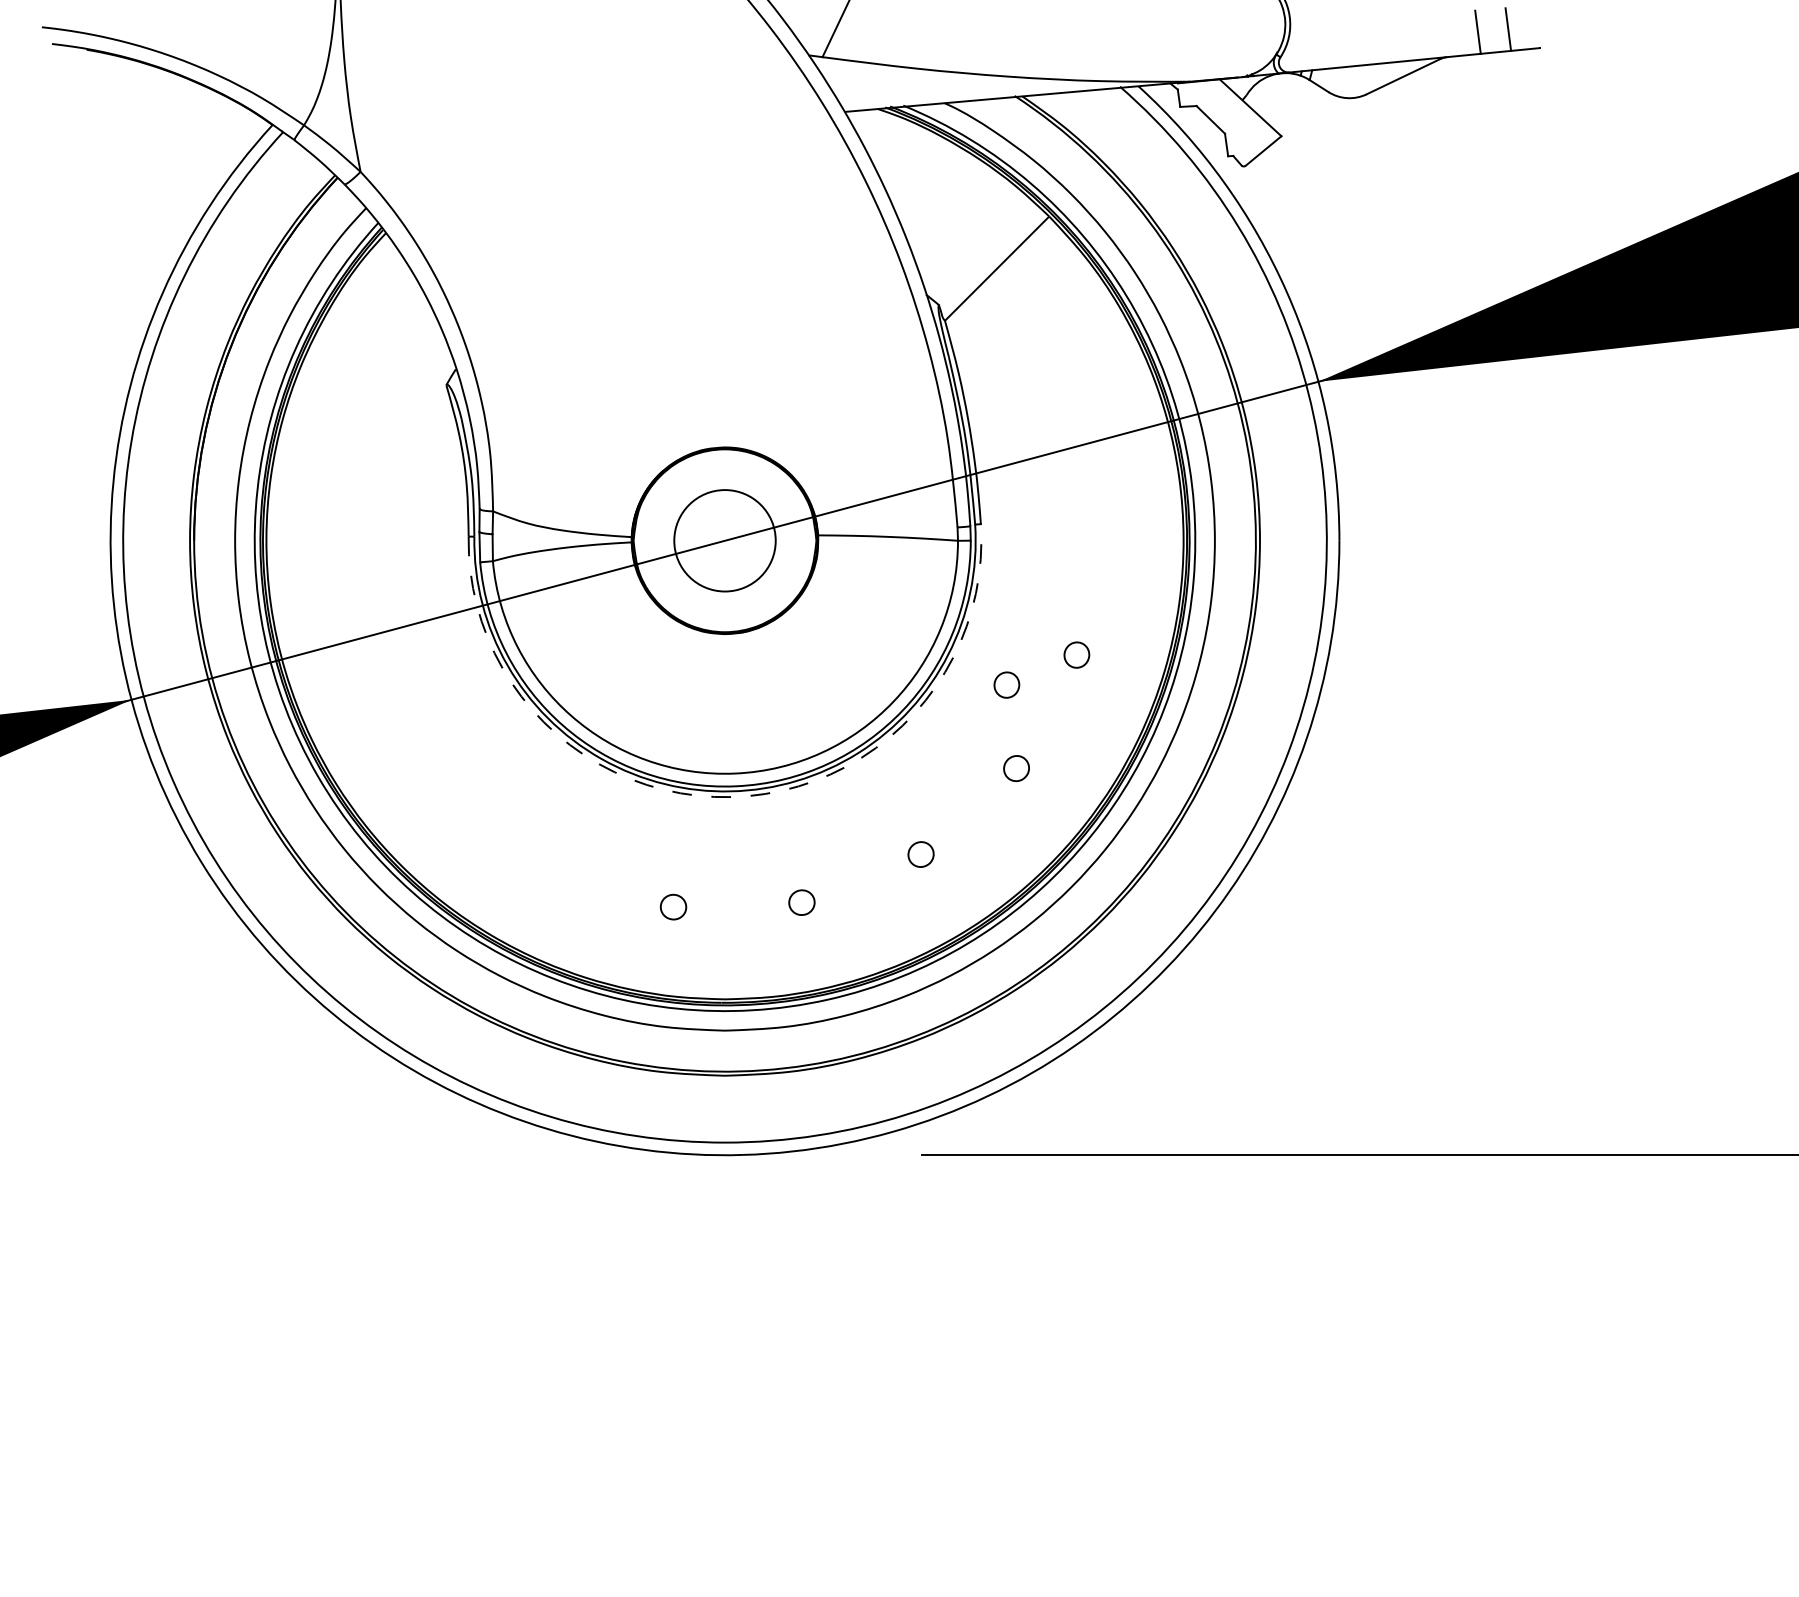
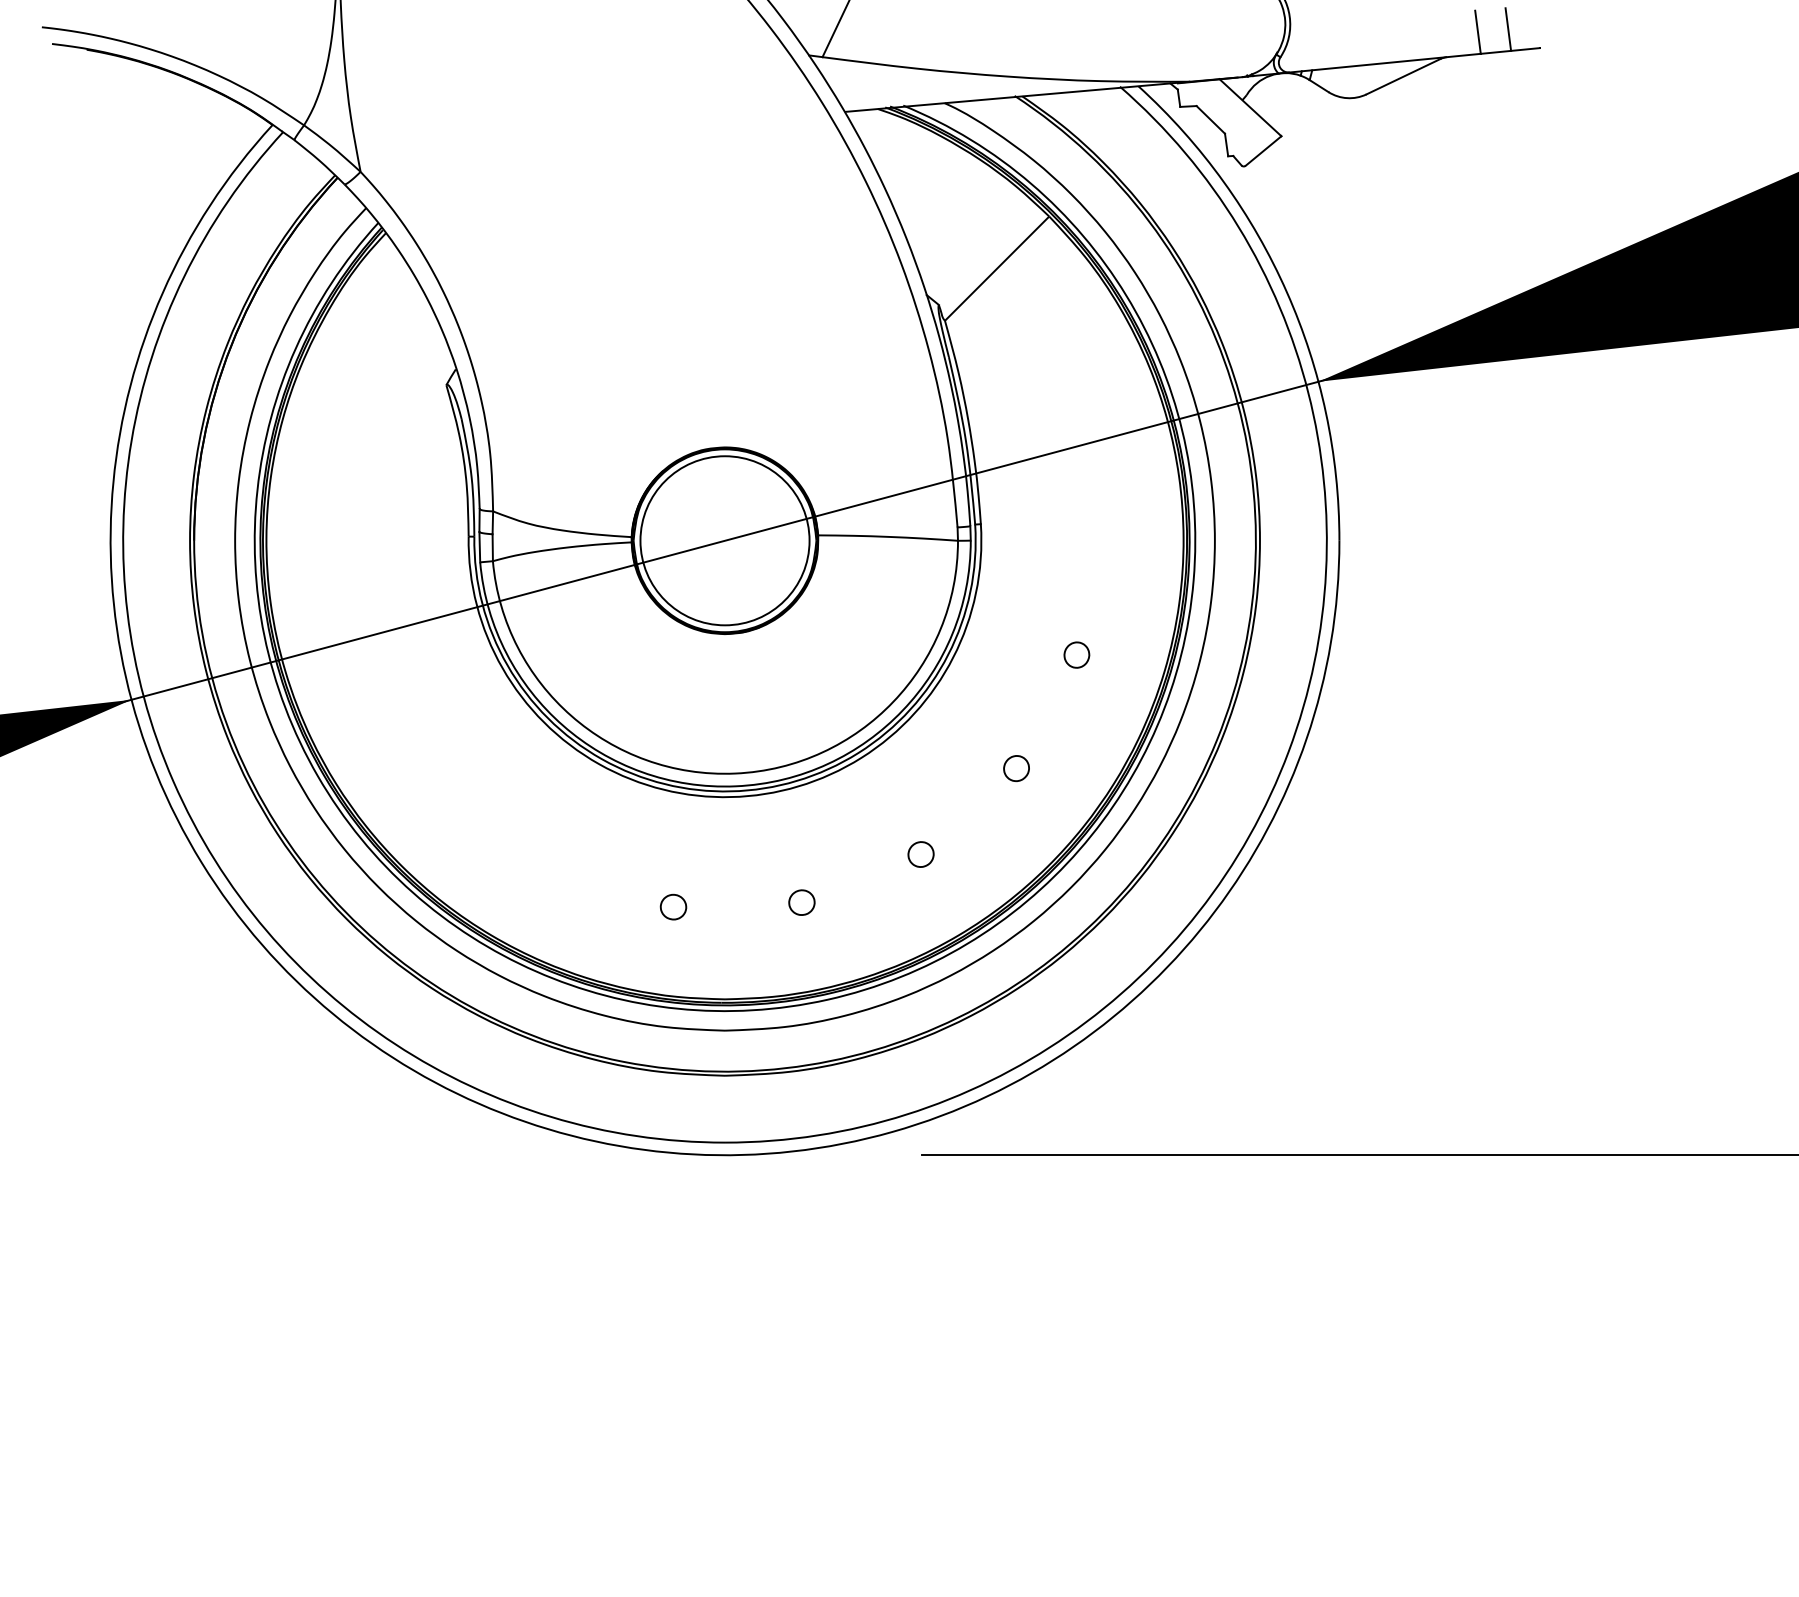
circle at (724, 540) diameter: 101 px -> 169 px
part at (1006, 684): present -> none
arc at (731, 797): dashed -> solid
